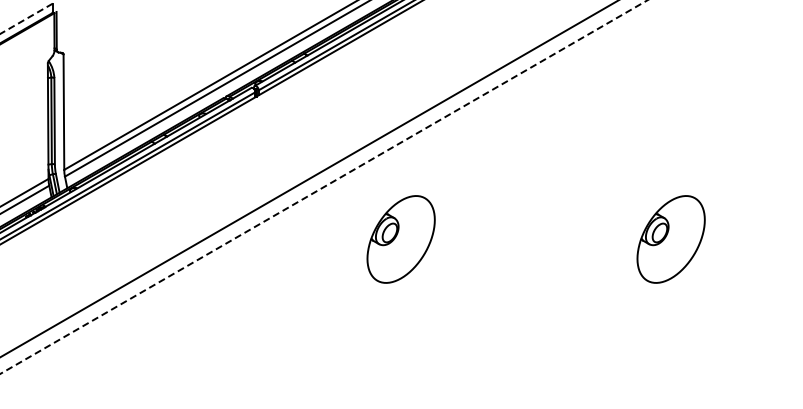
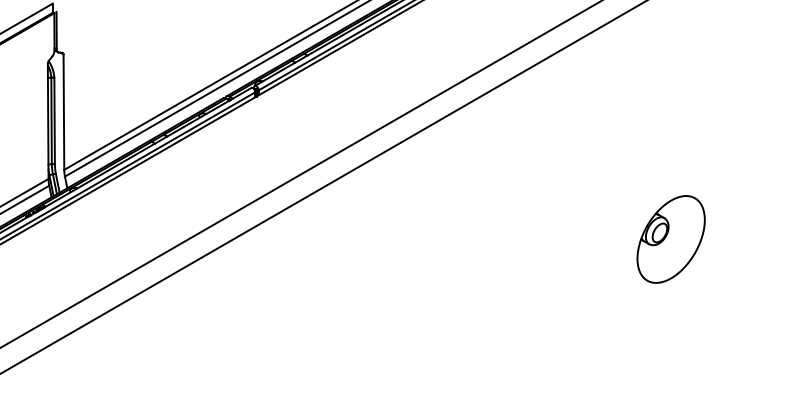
line at (26, 18): dashed -> solid
line at (308, 179) position: (308, 179) -> (300, 174)
line at (323, 187): dashed -> solid
part at (400, 239): present -> none
